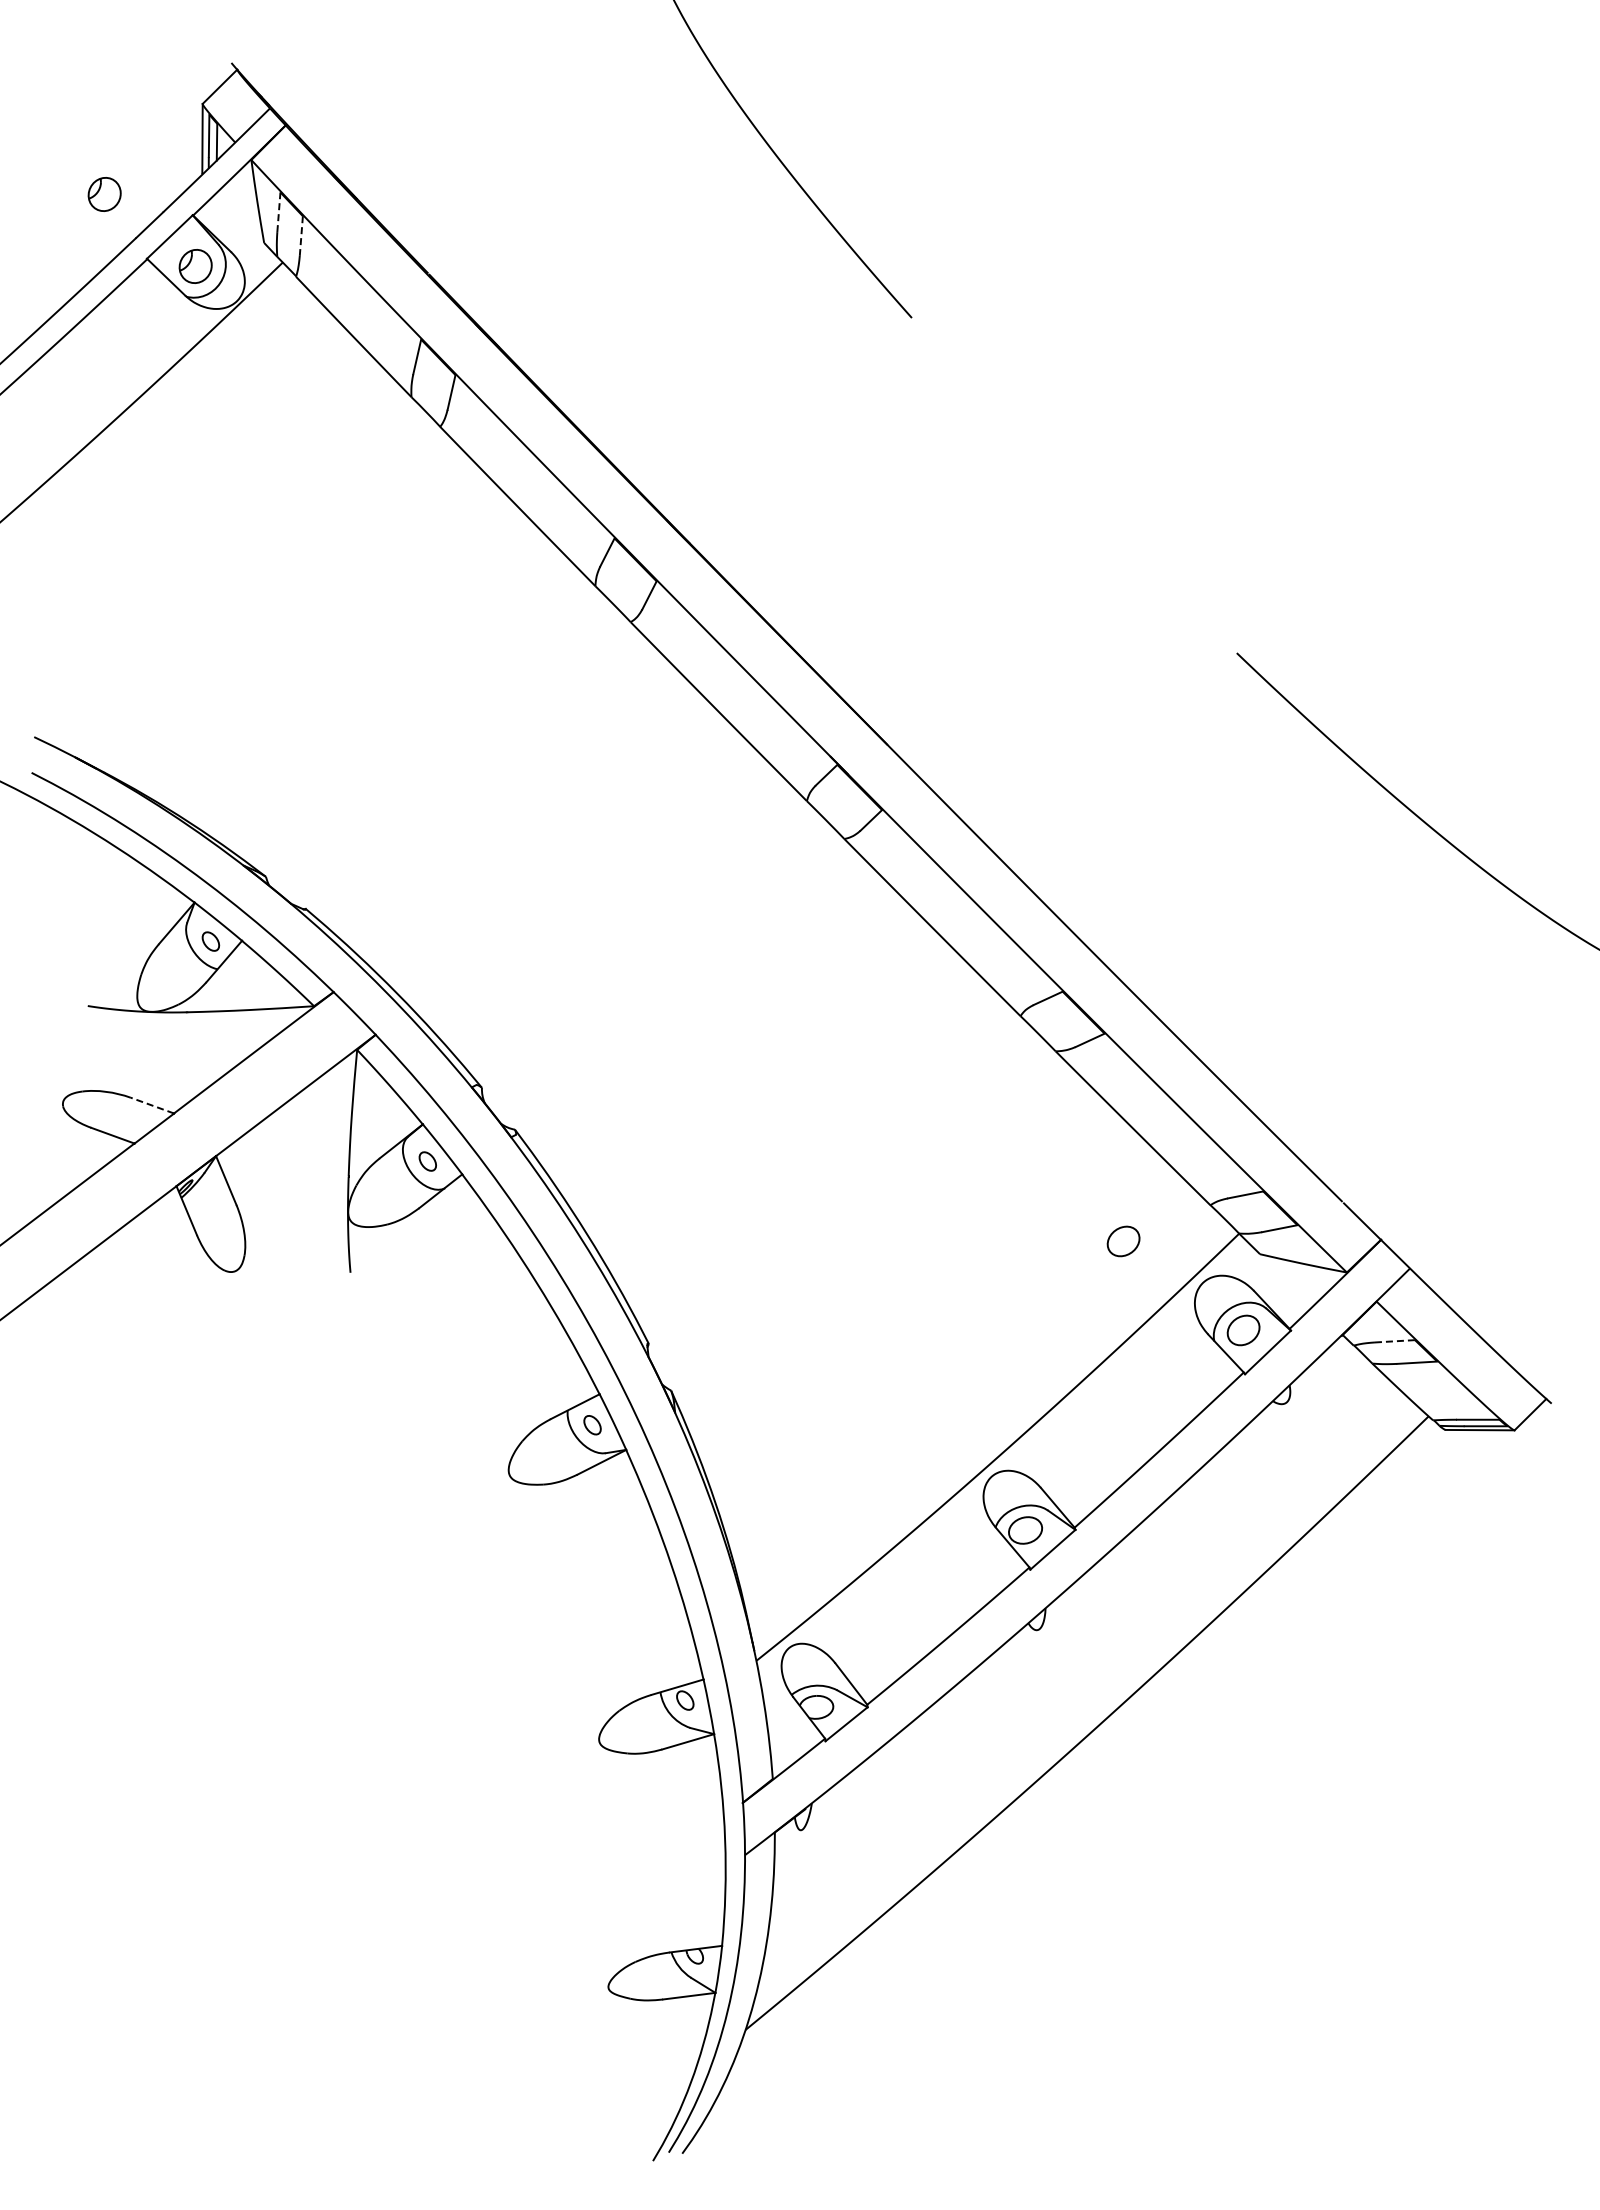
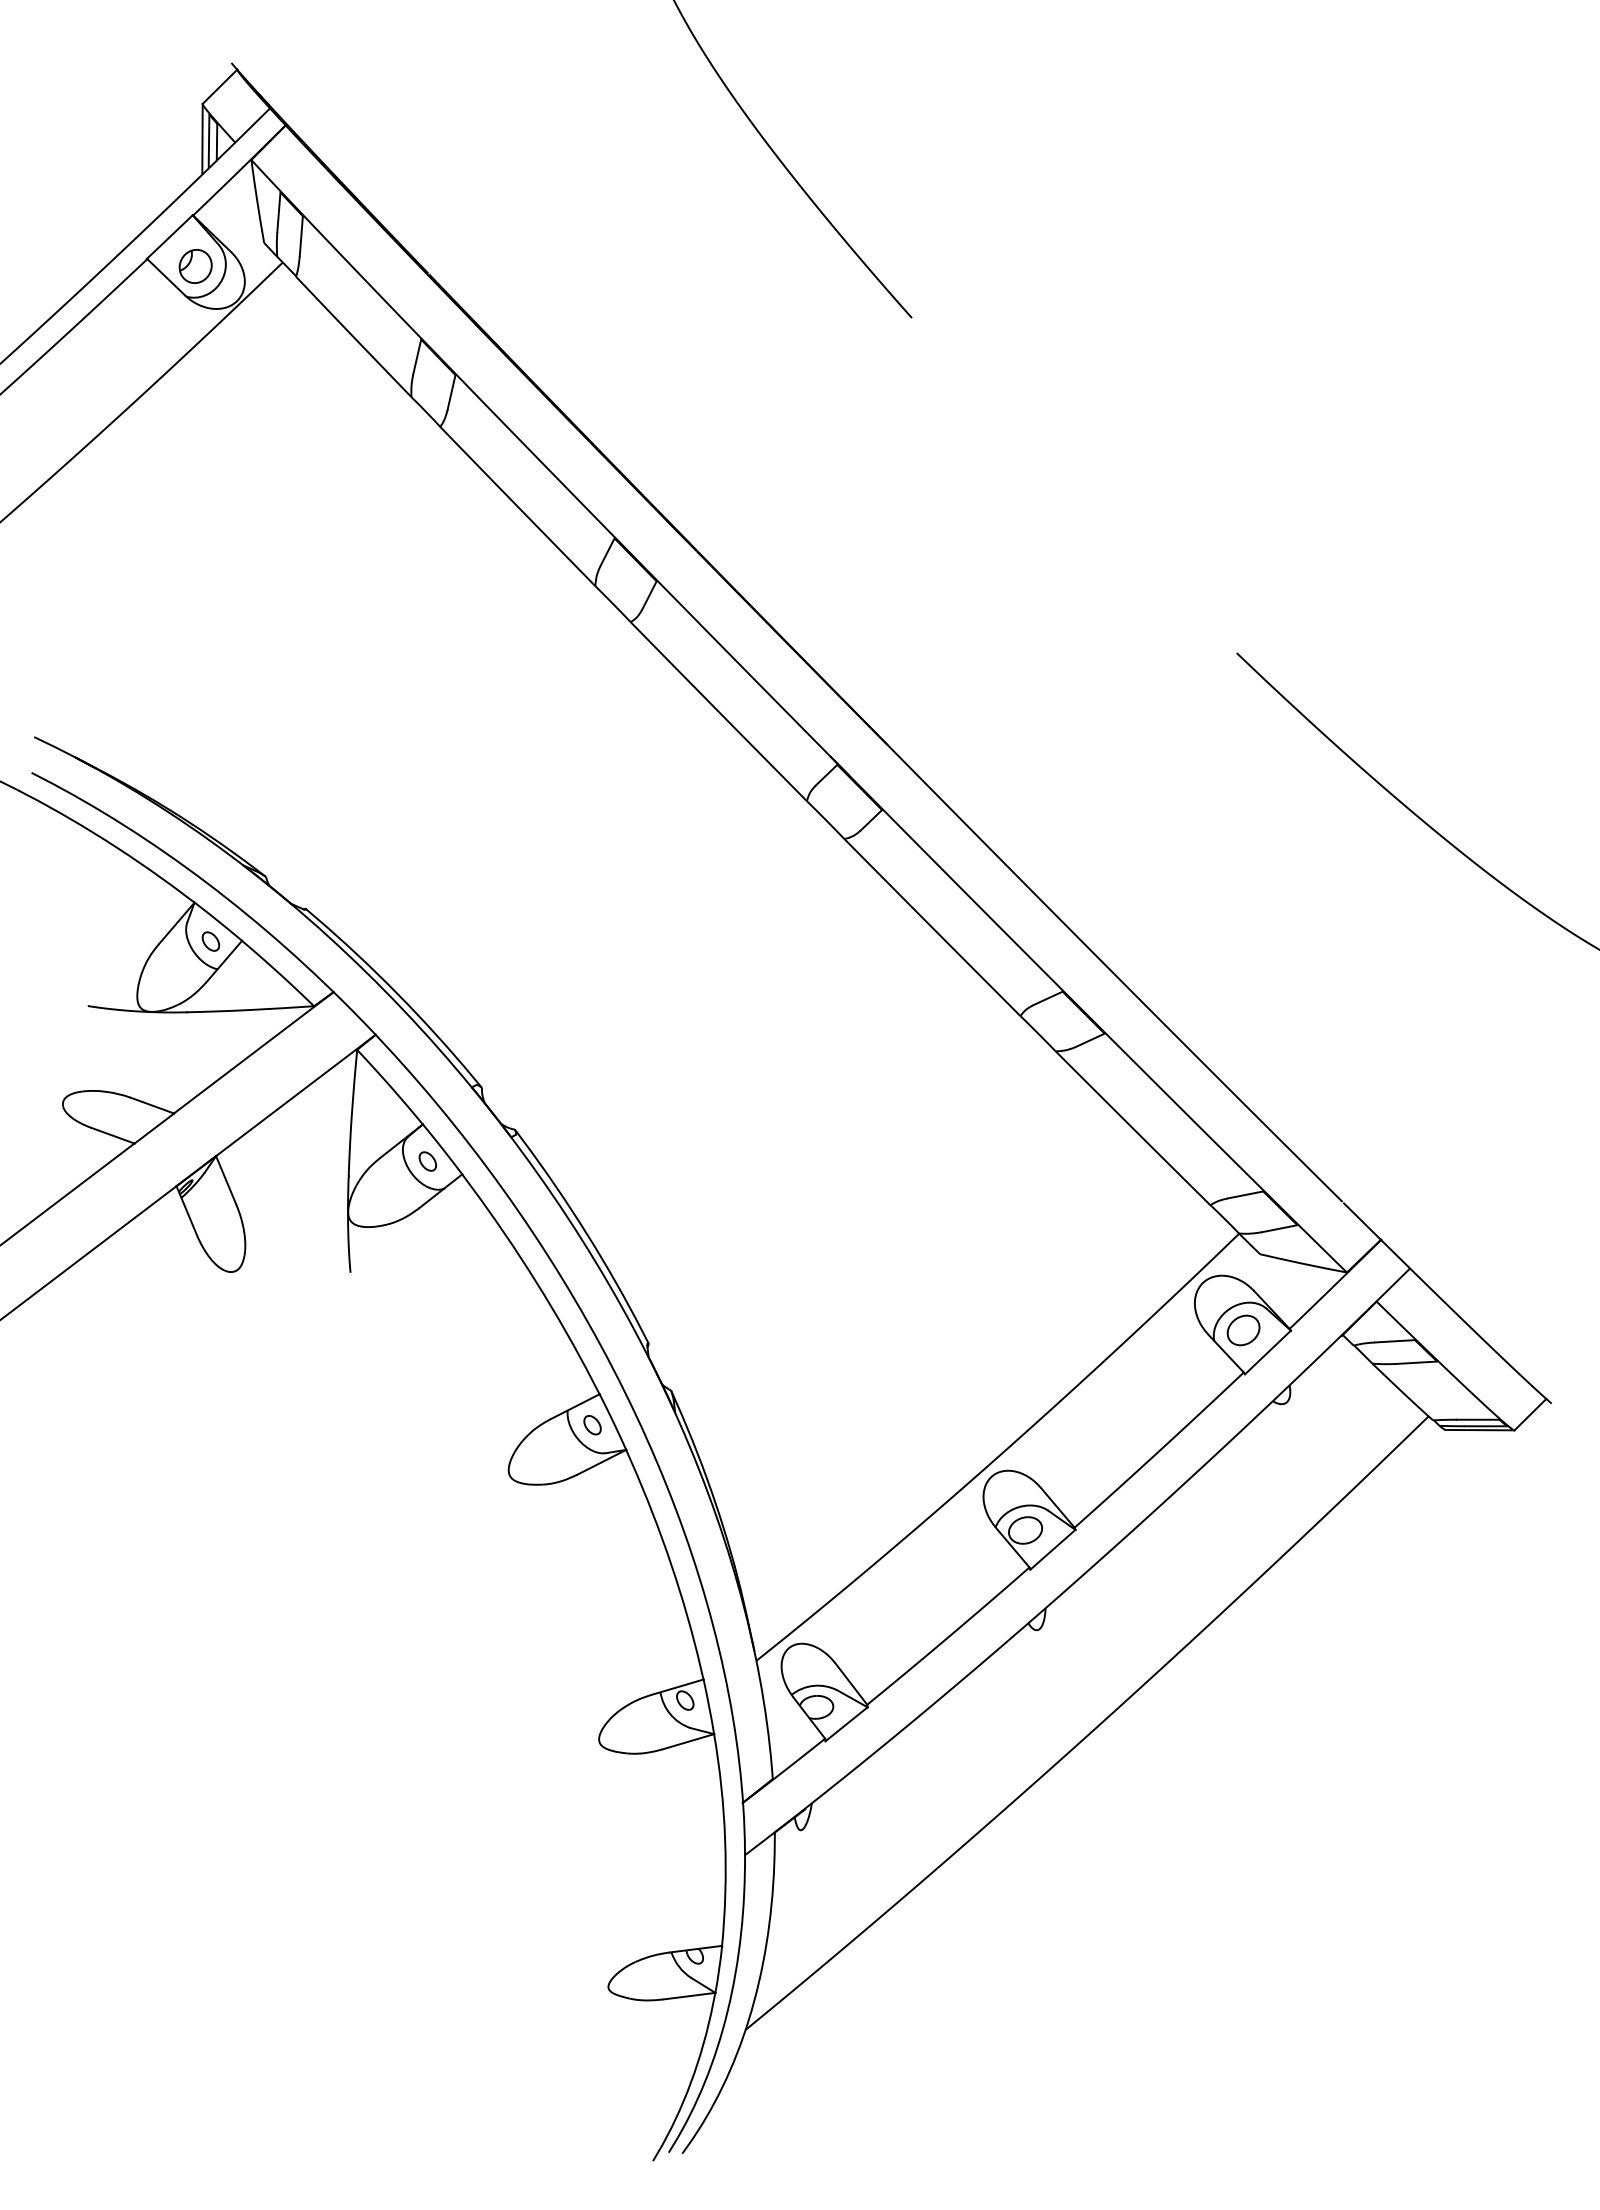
part at (104, 194): present -> none
line at (278, 212): dashed -> solid
line at (301, 236): dashed -> solid
line at (152, 1105): dashed -> solid
part at (1123, 1241): present -> none
line at (1395, 1341): dashed -> solid
